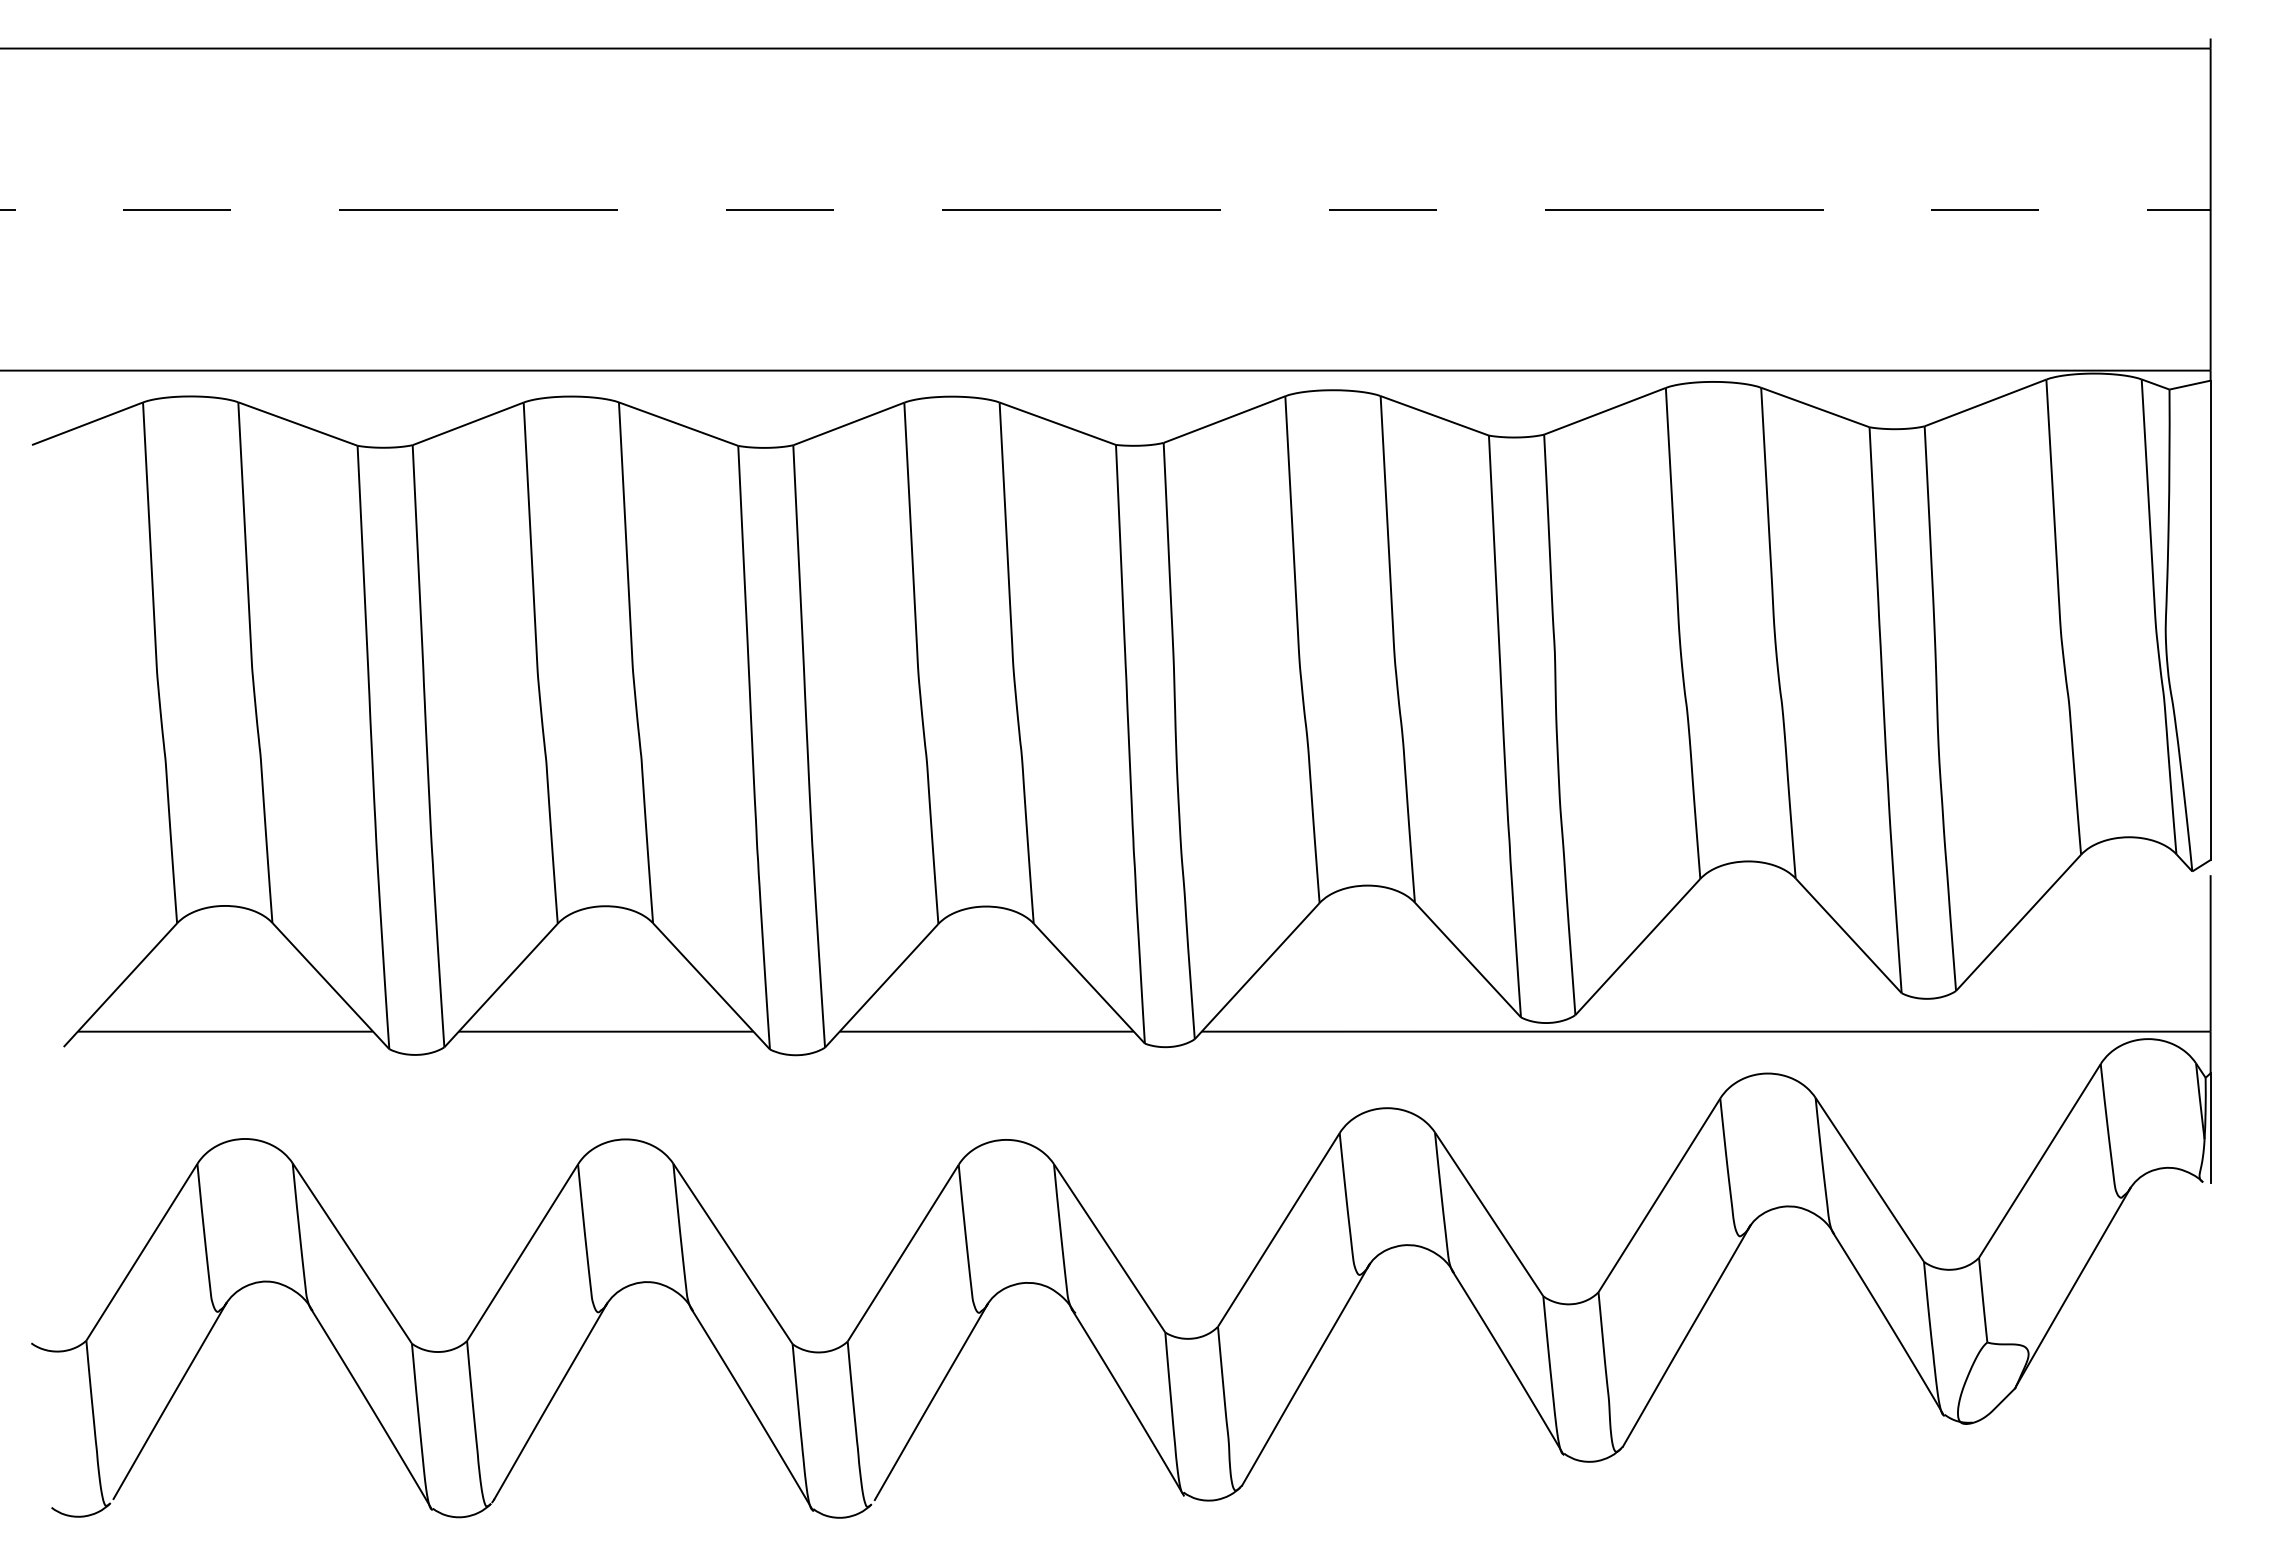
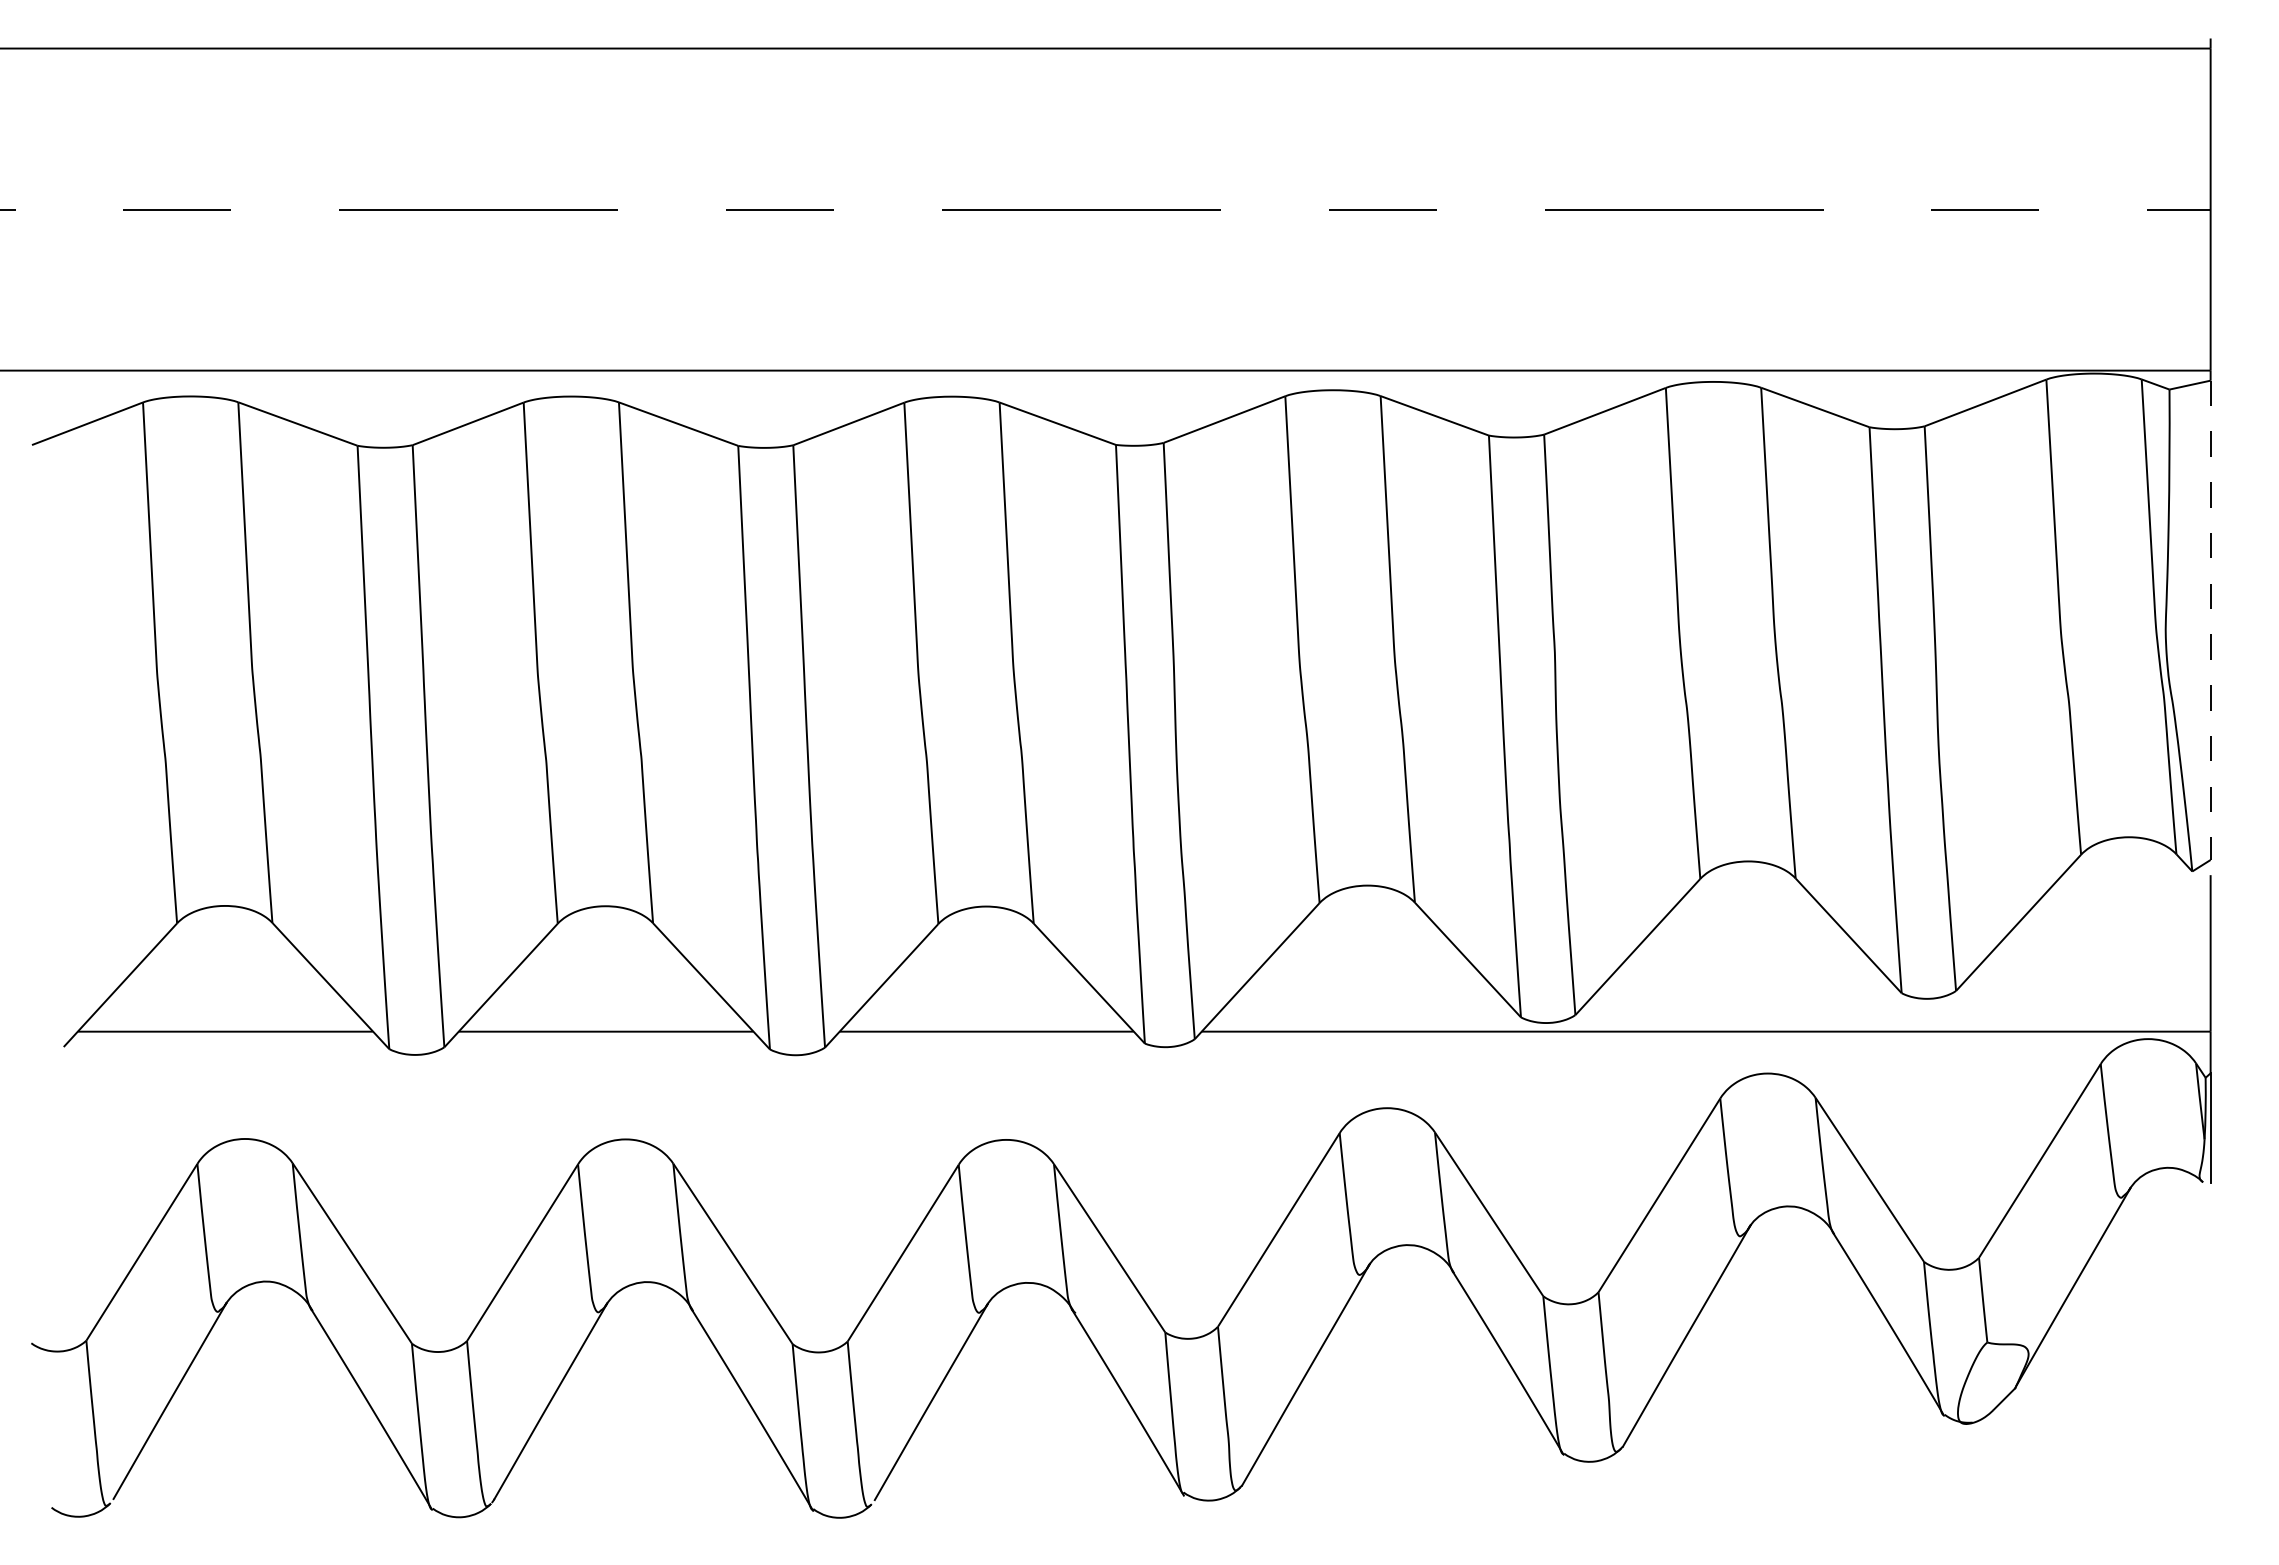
line at (2210, 620): solid -> dashed
